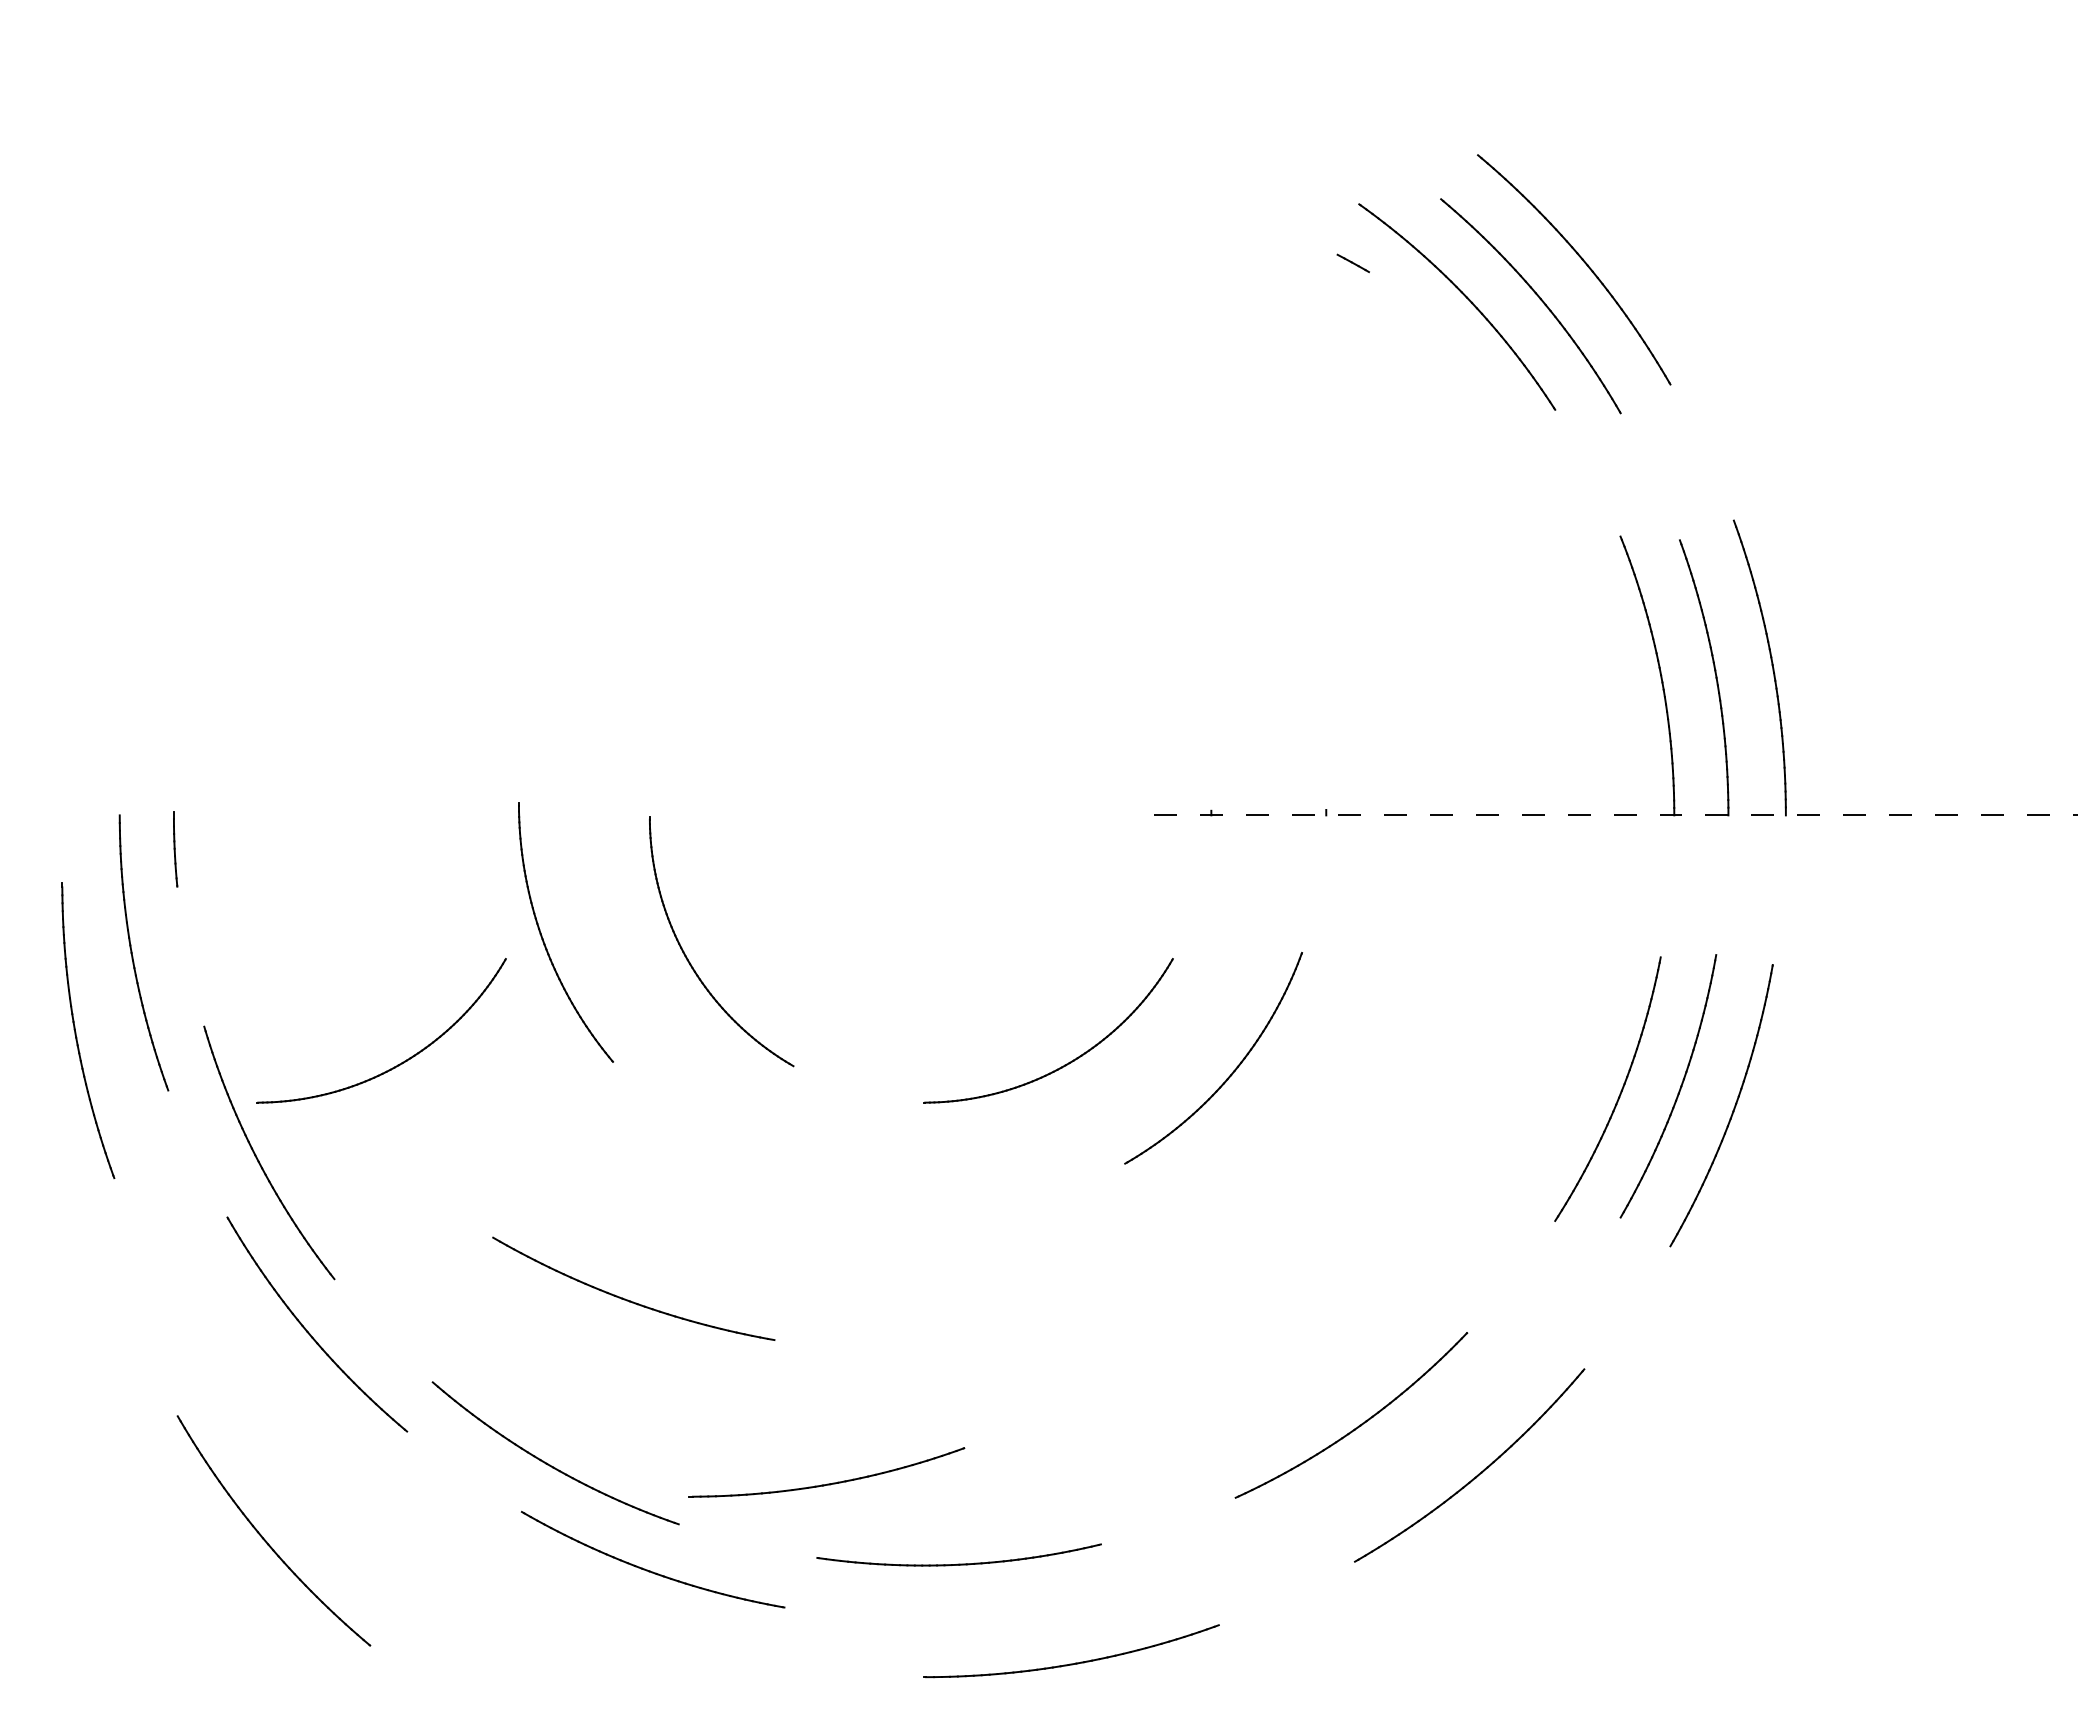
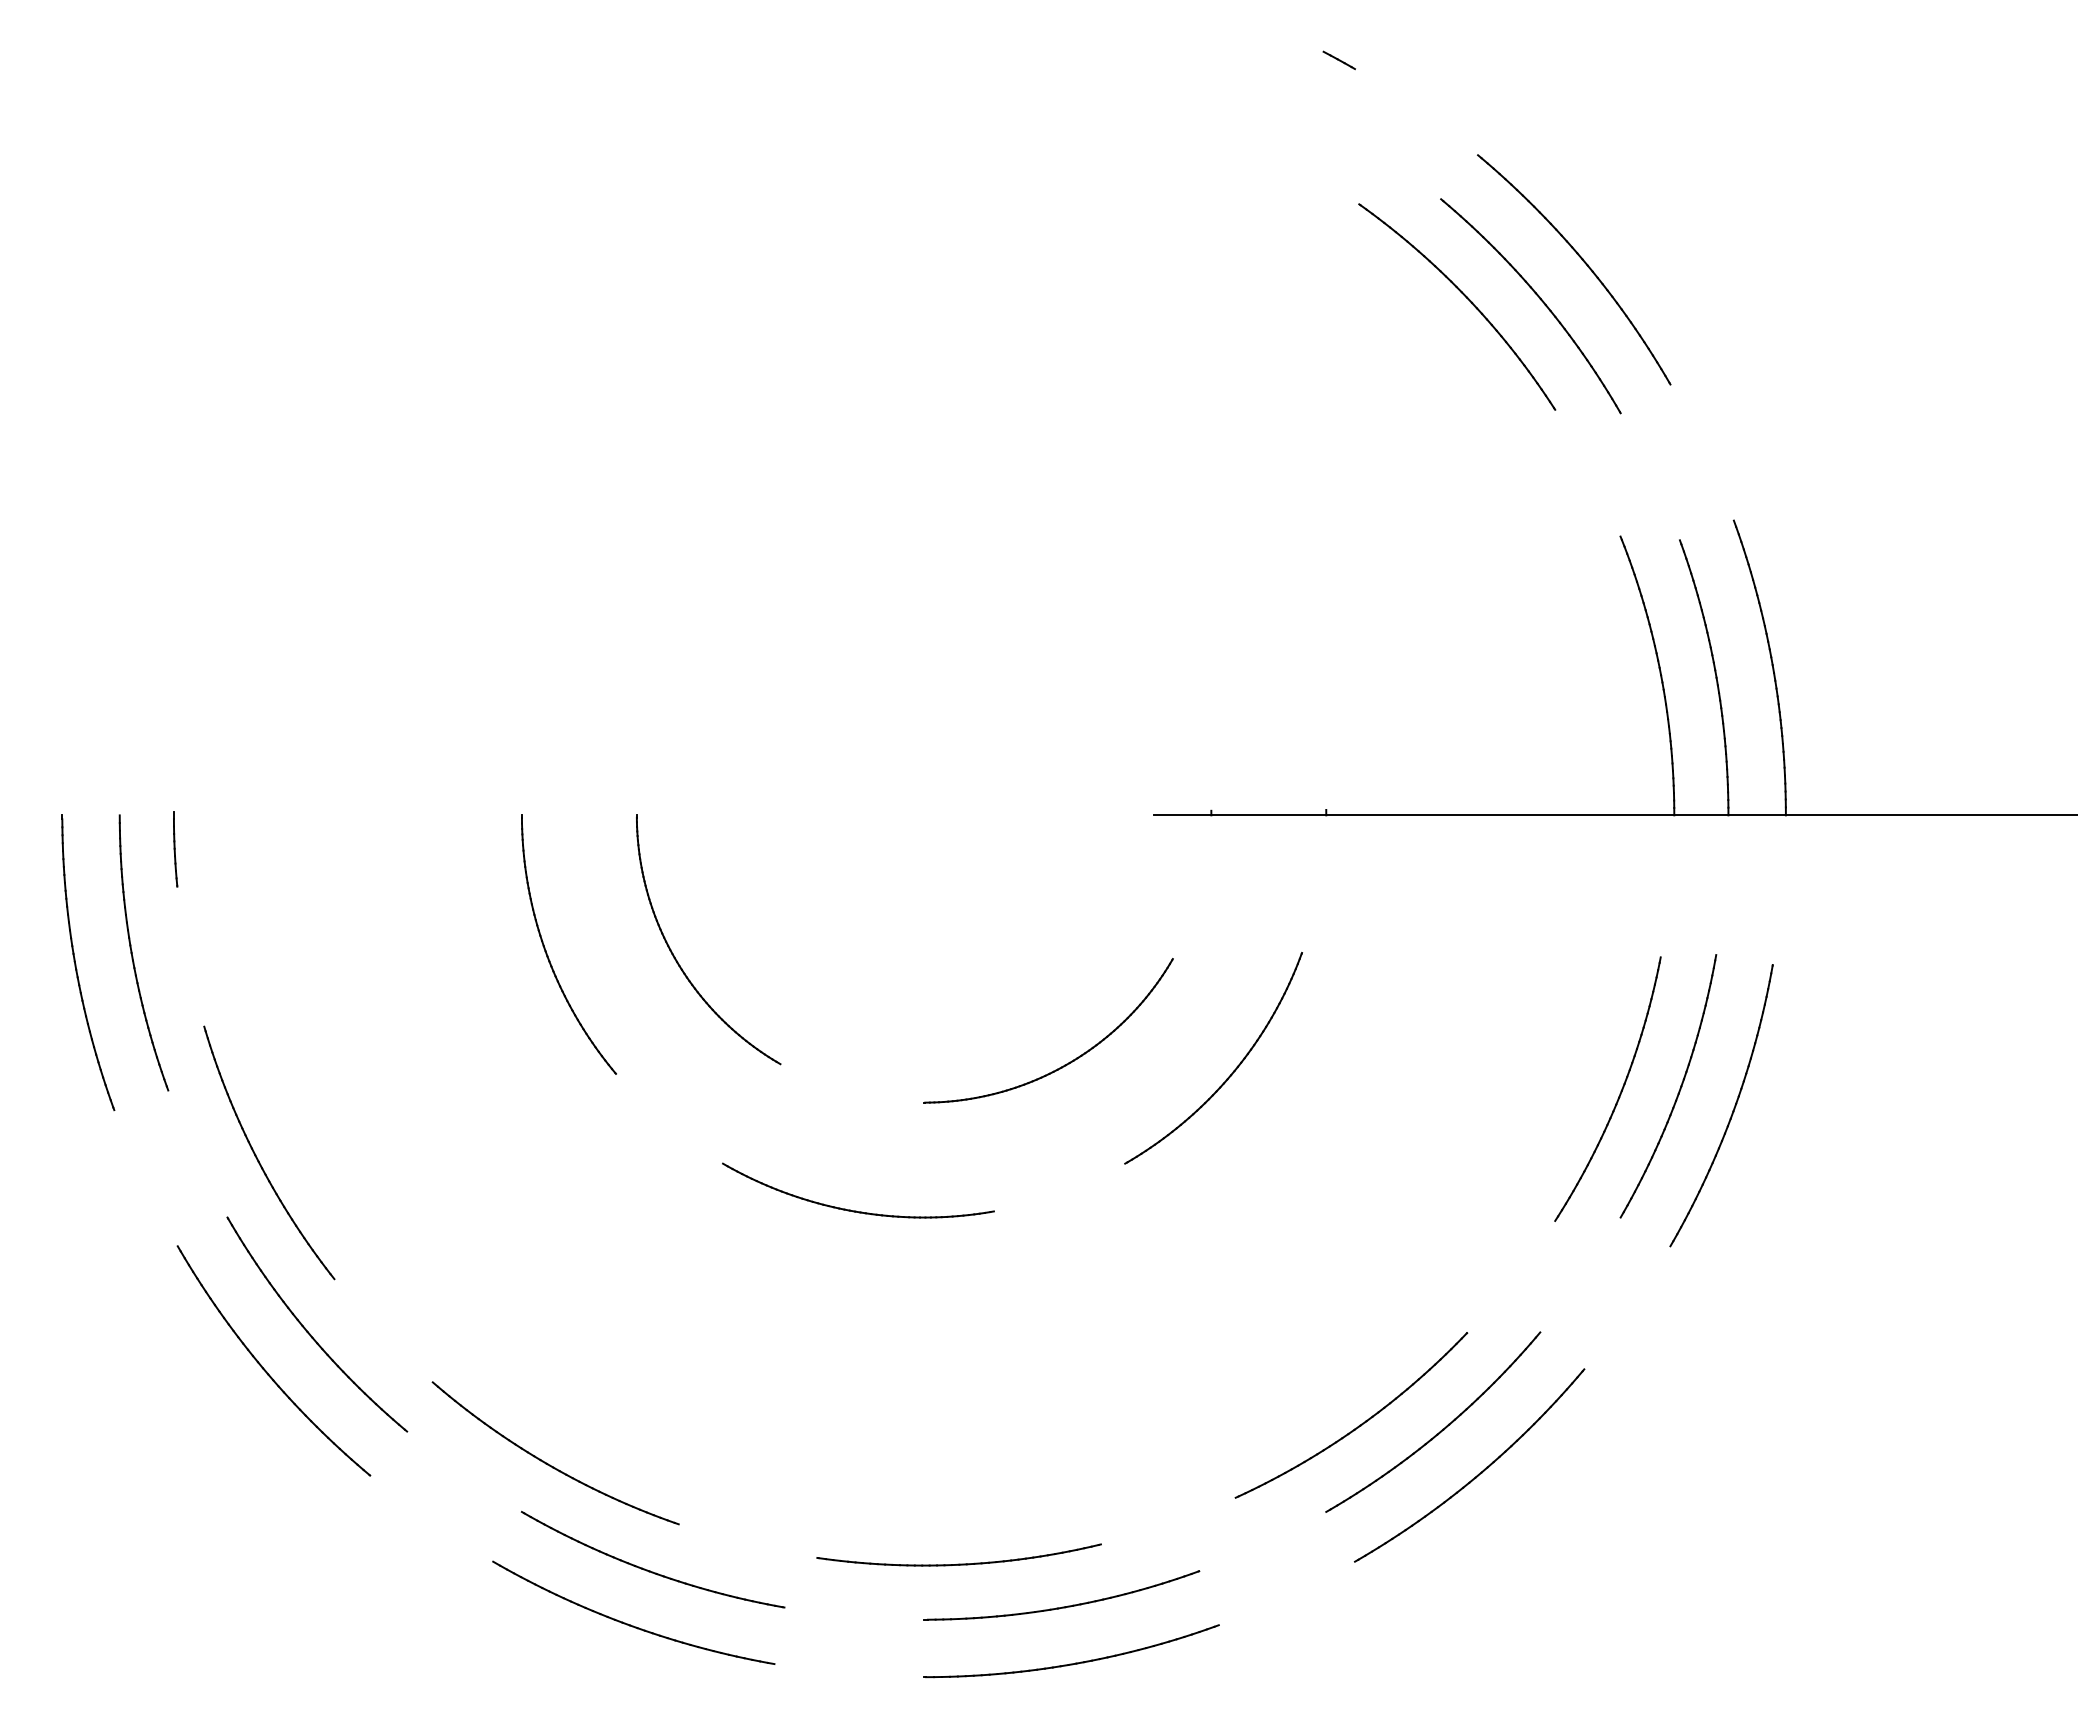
line at (1352, 263) position: (1352, 263) -> (1338, 60)
line at (1615, 815): dashed -> solid
part at (543, 938) position: (543, 938) -> (546, 950)
part at (688, 958) position: (688, 958) -> (675, 956)
part at (76, 1031) position: (76, 1031) -> (76, 963)
part at (402, 1061): present -> none
part at (856, 1210): none -> present
part at (628, 1299) position: (628, 1299) -> (628, 1623)
part at (1441, 1429): none -> present
part at (827, 1483) position: (827, 1483) -> (1062, 1606)
part at (264, 1538) position: (264, 1538) -> (264, 1368)
